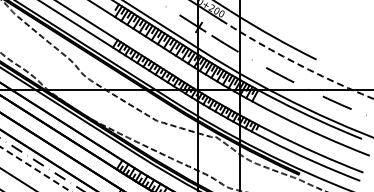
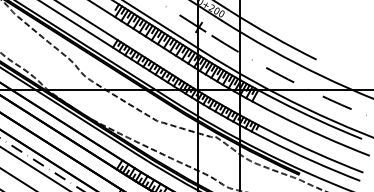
arc at (296, 63): dashed -> solid
line at (36, 169): dashed -> solid
